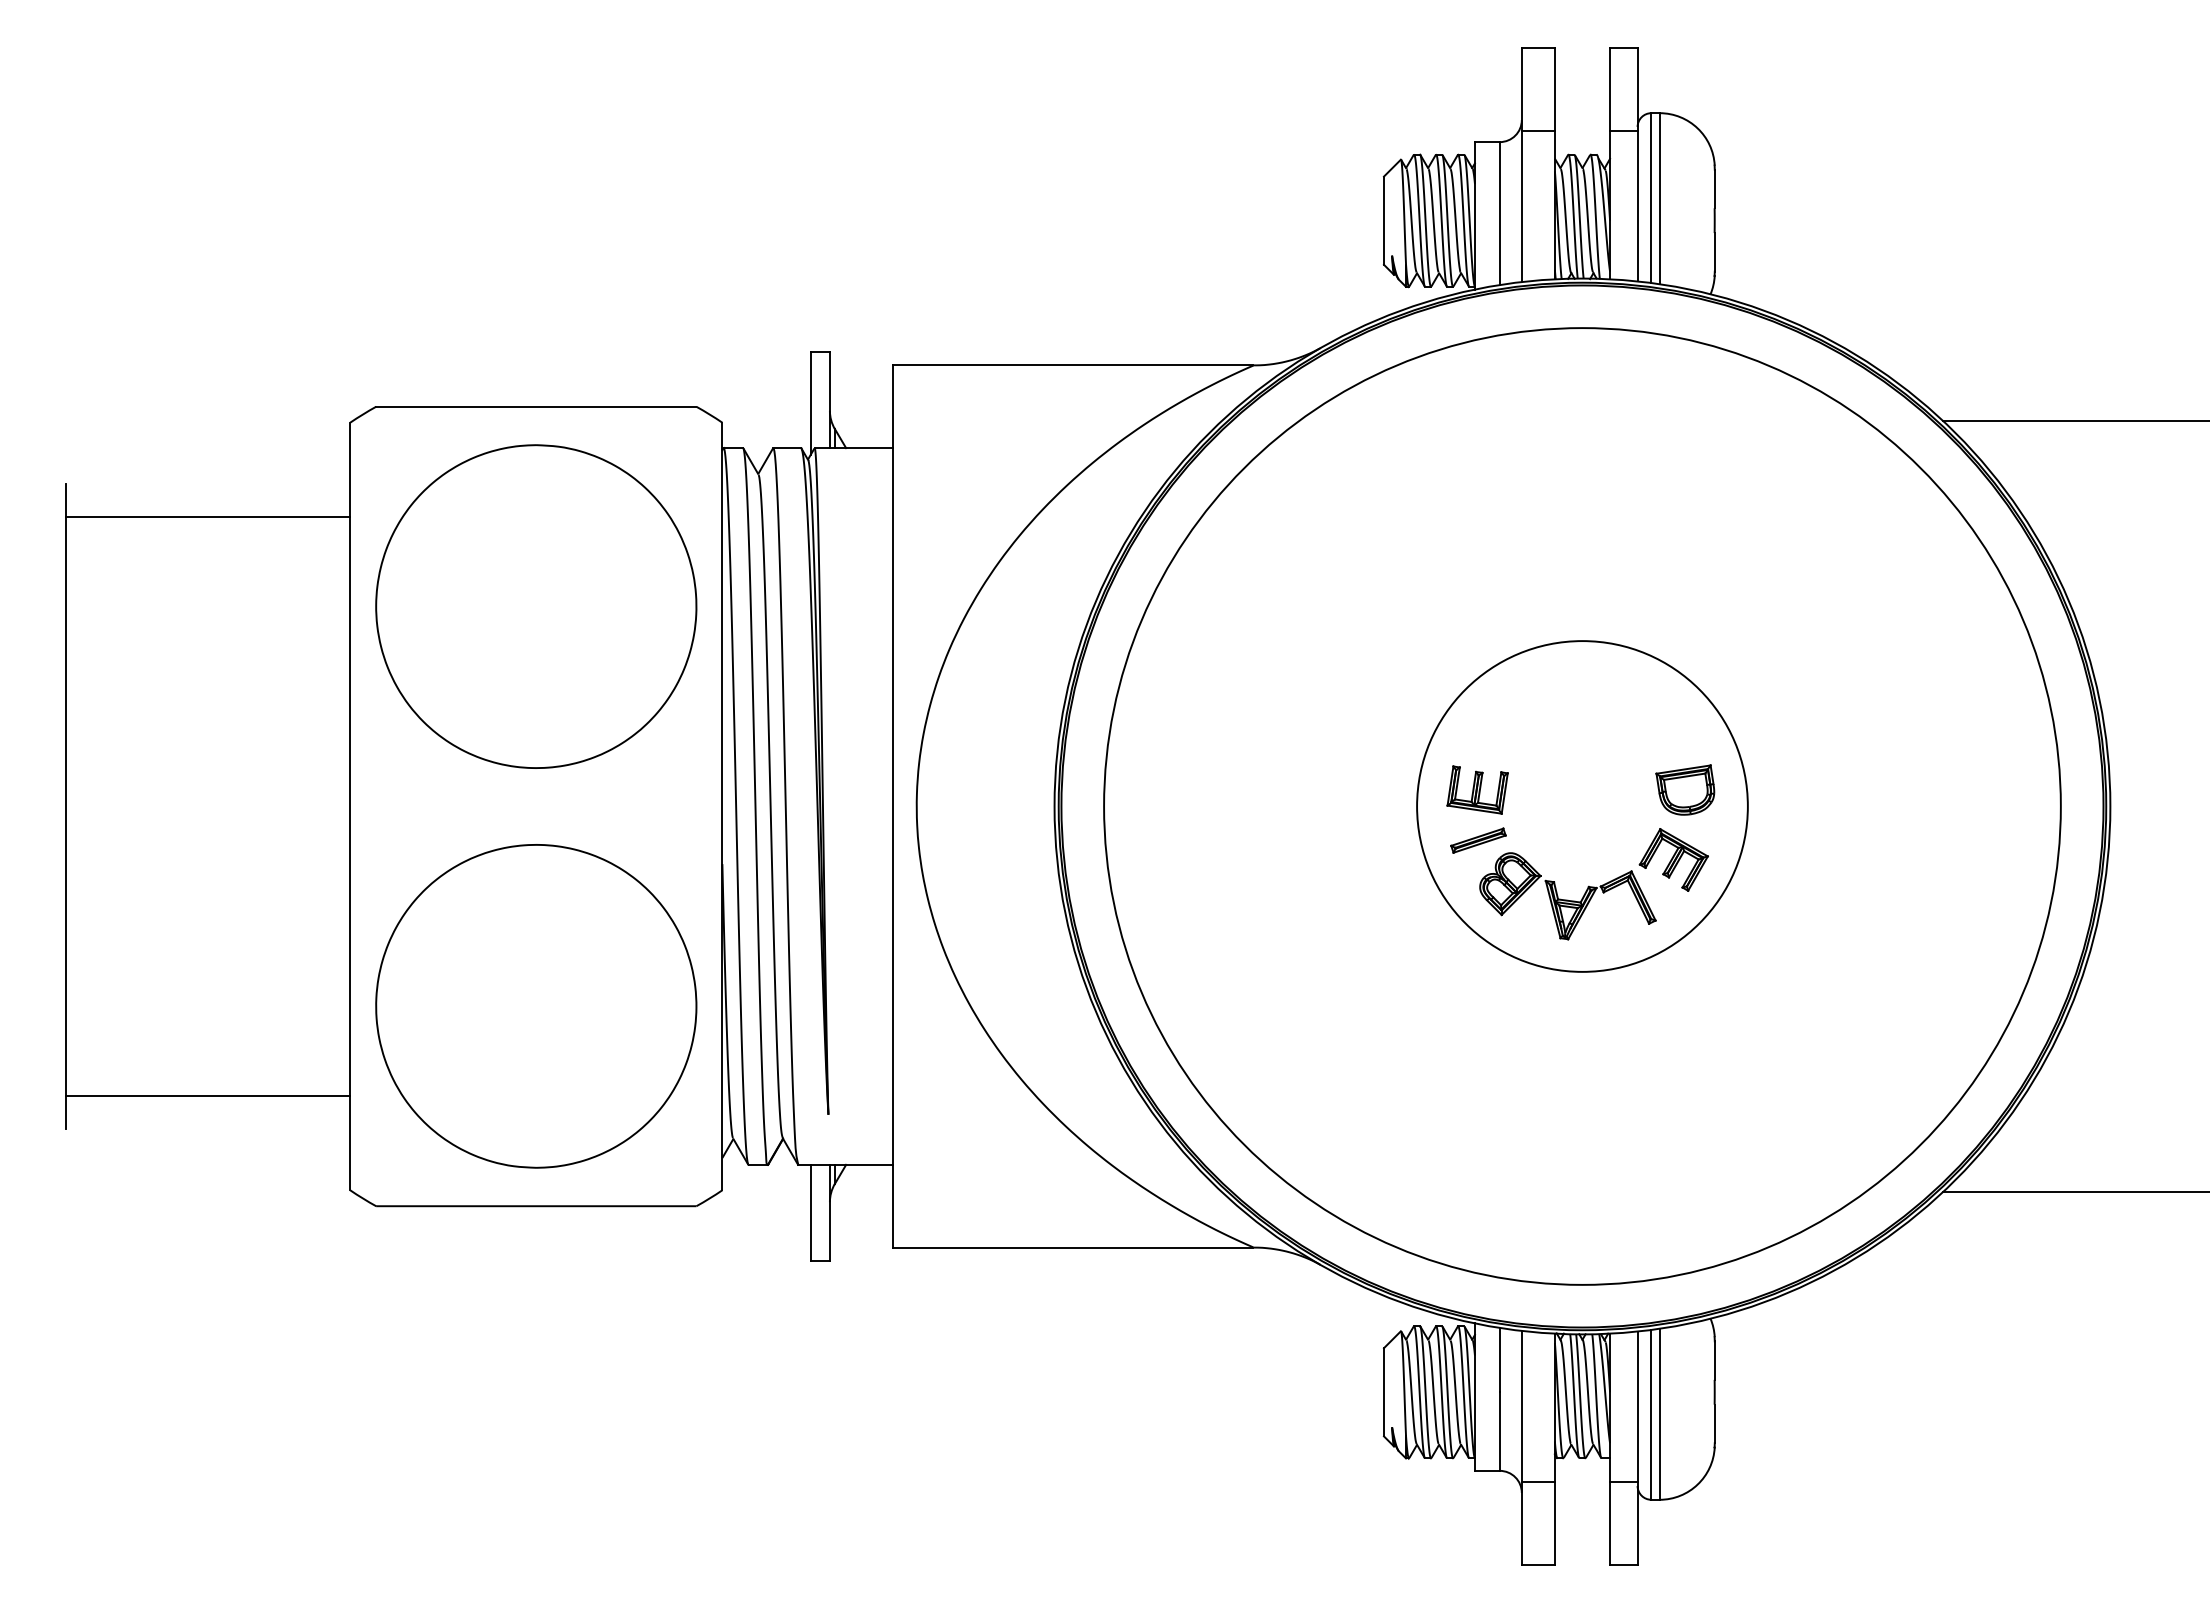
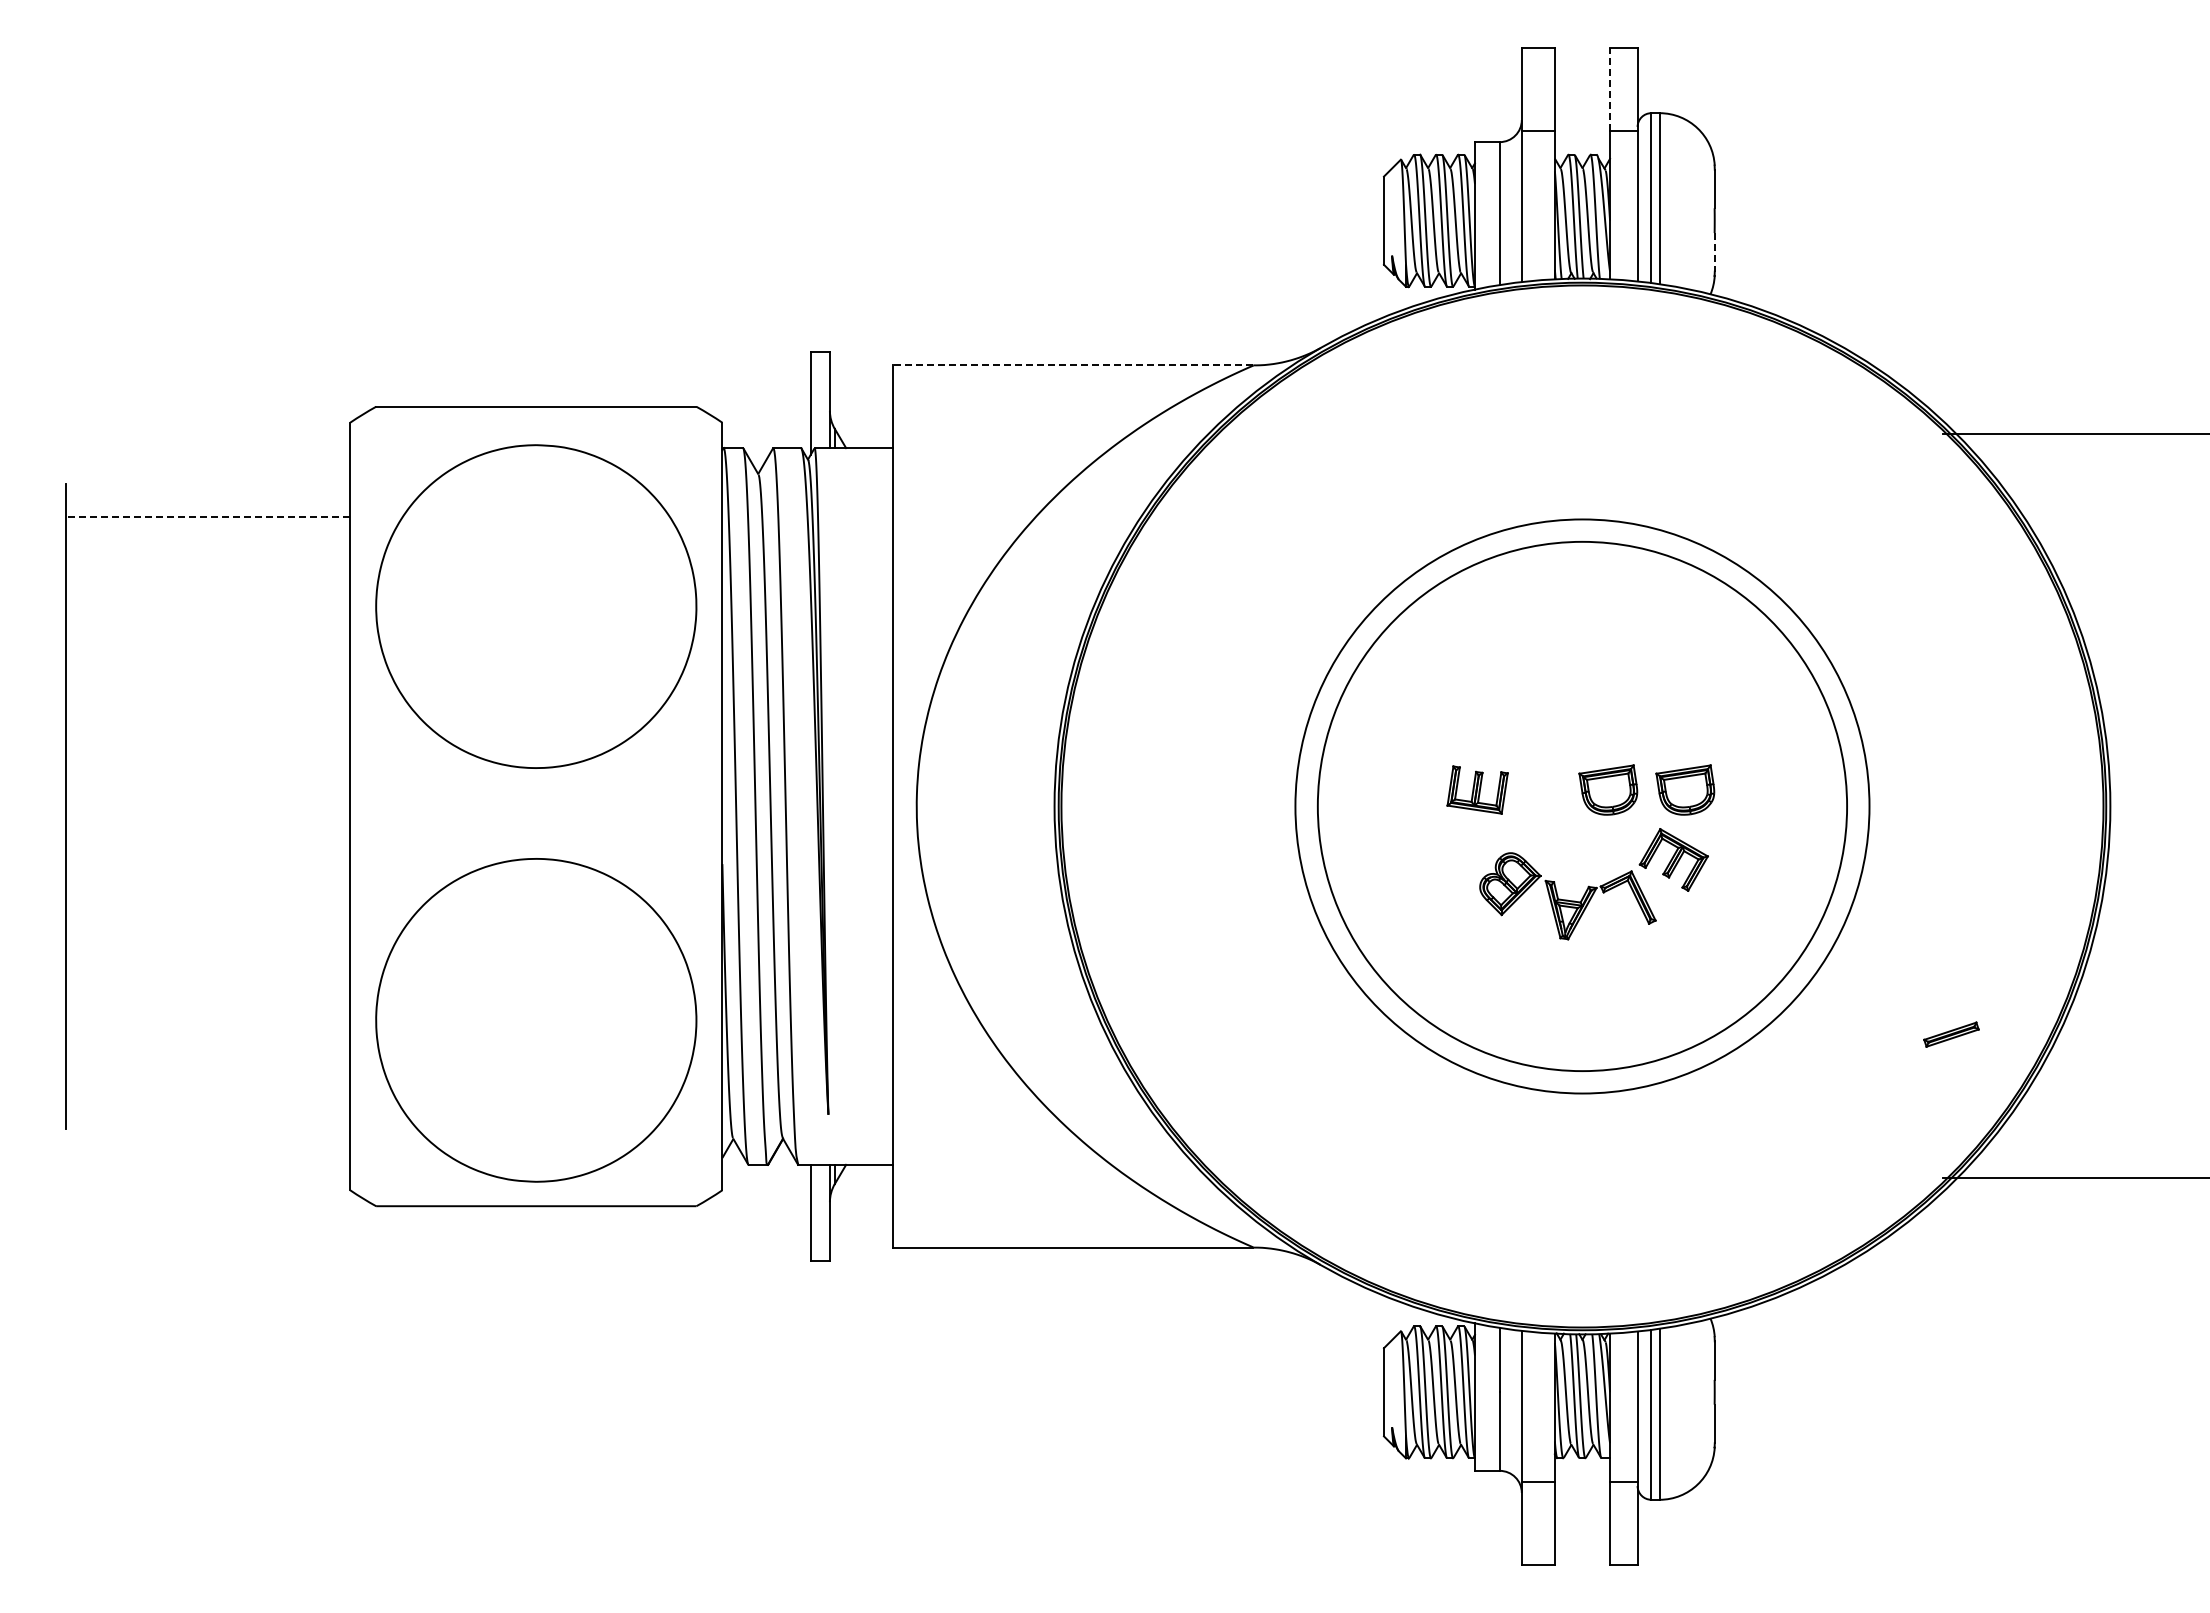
line at (1610, 89): solid -> dashed
line at (1714, 252): solid -> dashed
line at (1072, 365): solid -> dashed
line at (2074, 420) position: (2074, 420) -> (2074, 433)
line at (208, 517): solid -> dashed
part at (1608, 789): none -> present
circle at (1582, 806) diameter: 331 px -> 529 px
circle at (1582, 806) diameter: 957 px -> 574 px
part at (1478, 840) position: (1478, 840) -> (1951, 1034)
part at (536, 1006) position: (536, 1006) -> (536, 1020)
line at (208, 1095): present -> none
line at (2074, 1192) position: (2074, 1192) -> (2074, 1178)
